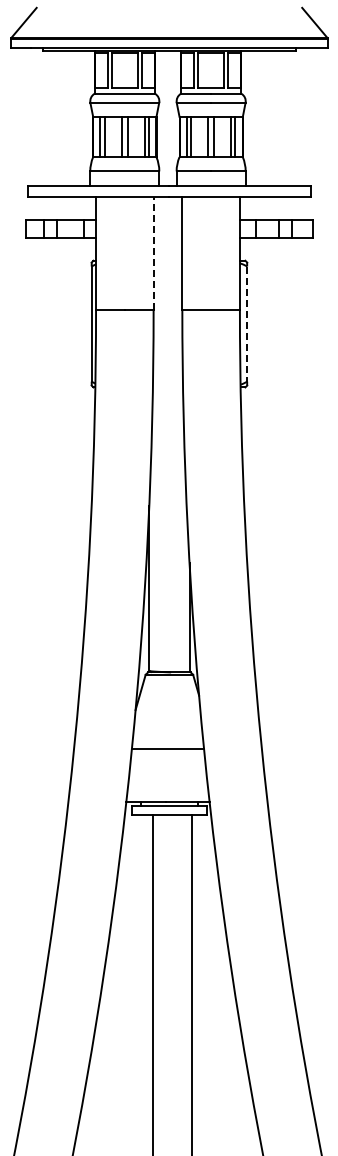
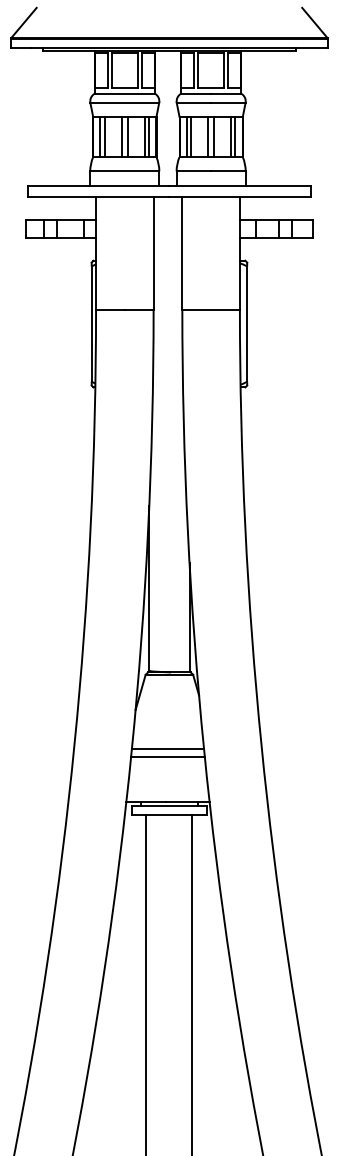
line at (153, 253): dashed -> solid
line at (247, 324): dashed -> solid
line at (167, 756): none -> present
line at (153, 983) position: (153, 983) -> (146, 983)
